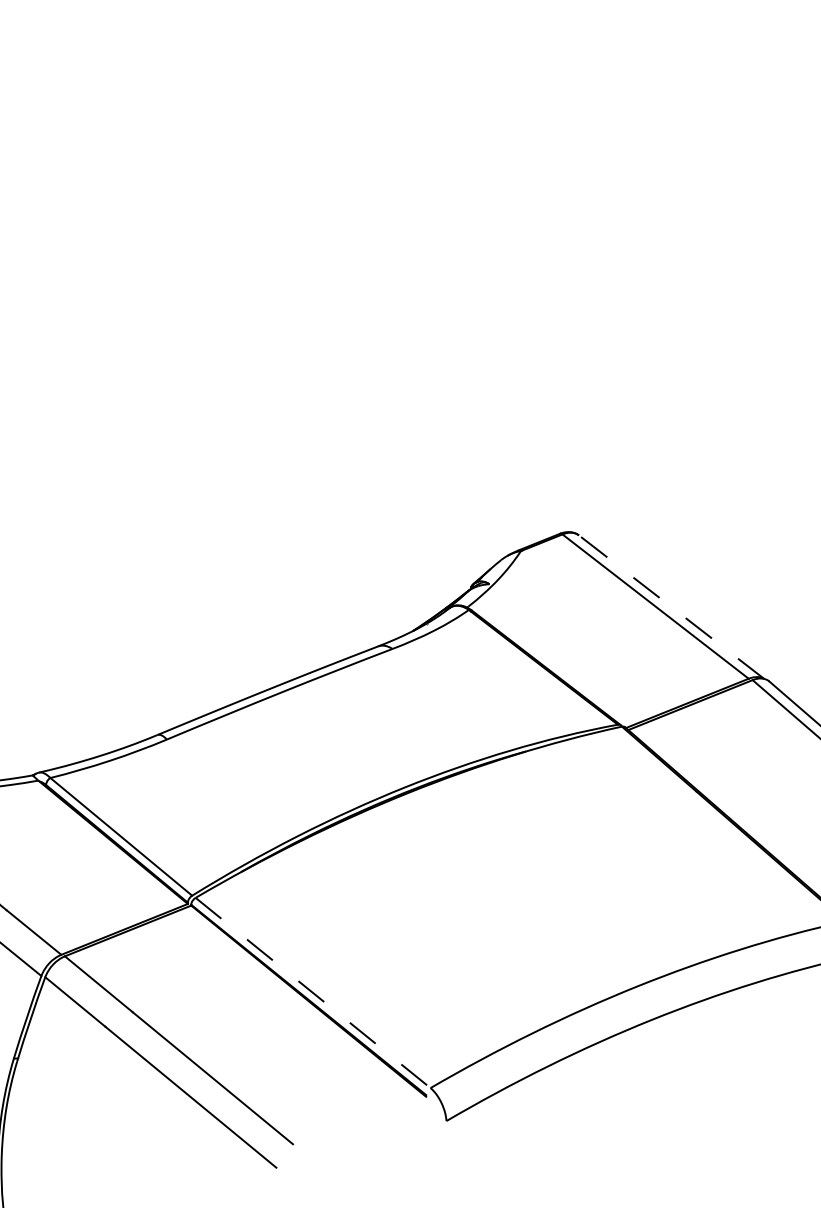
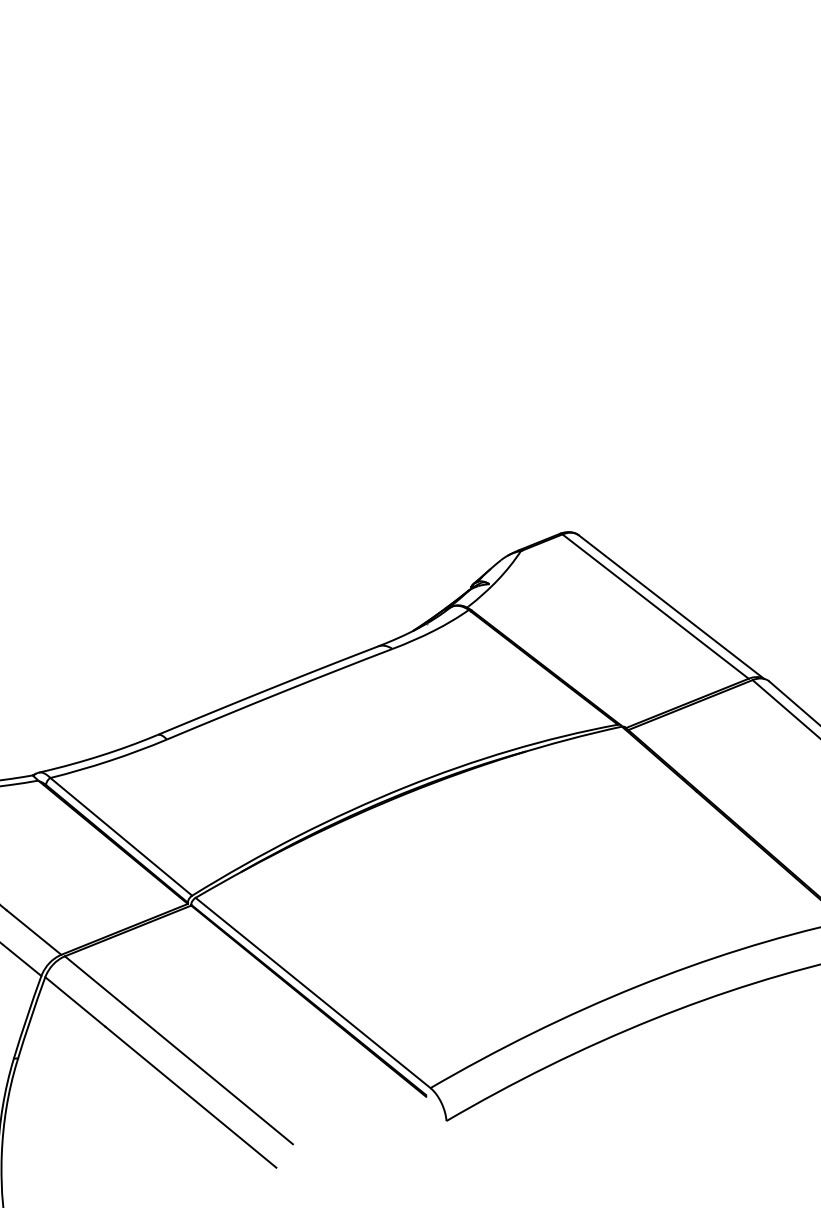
line at (671, 606): dashed -> solid
line at (313, 993): dashed -> solid
